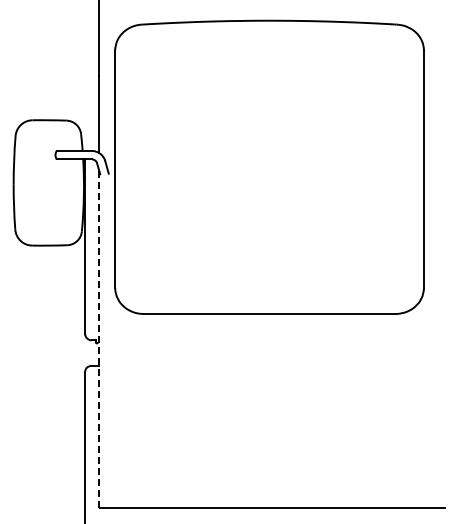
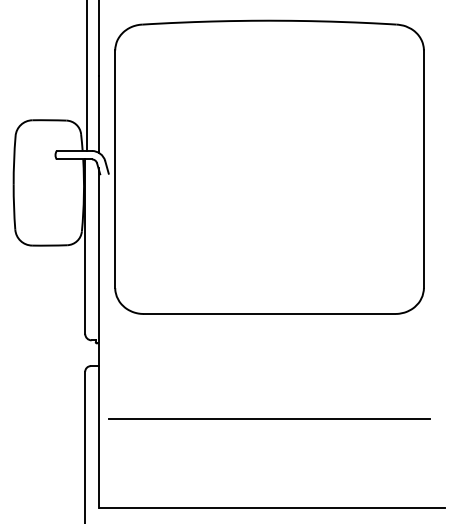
line at (87, 76): none -> present
line at (98, 338): dashed -> solid
line at (268, 418): none -> present
